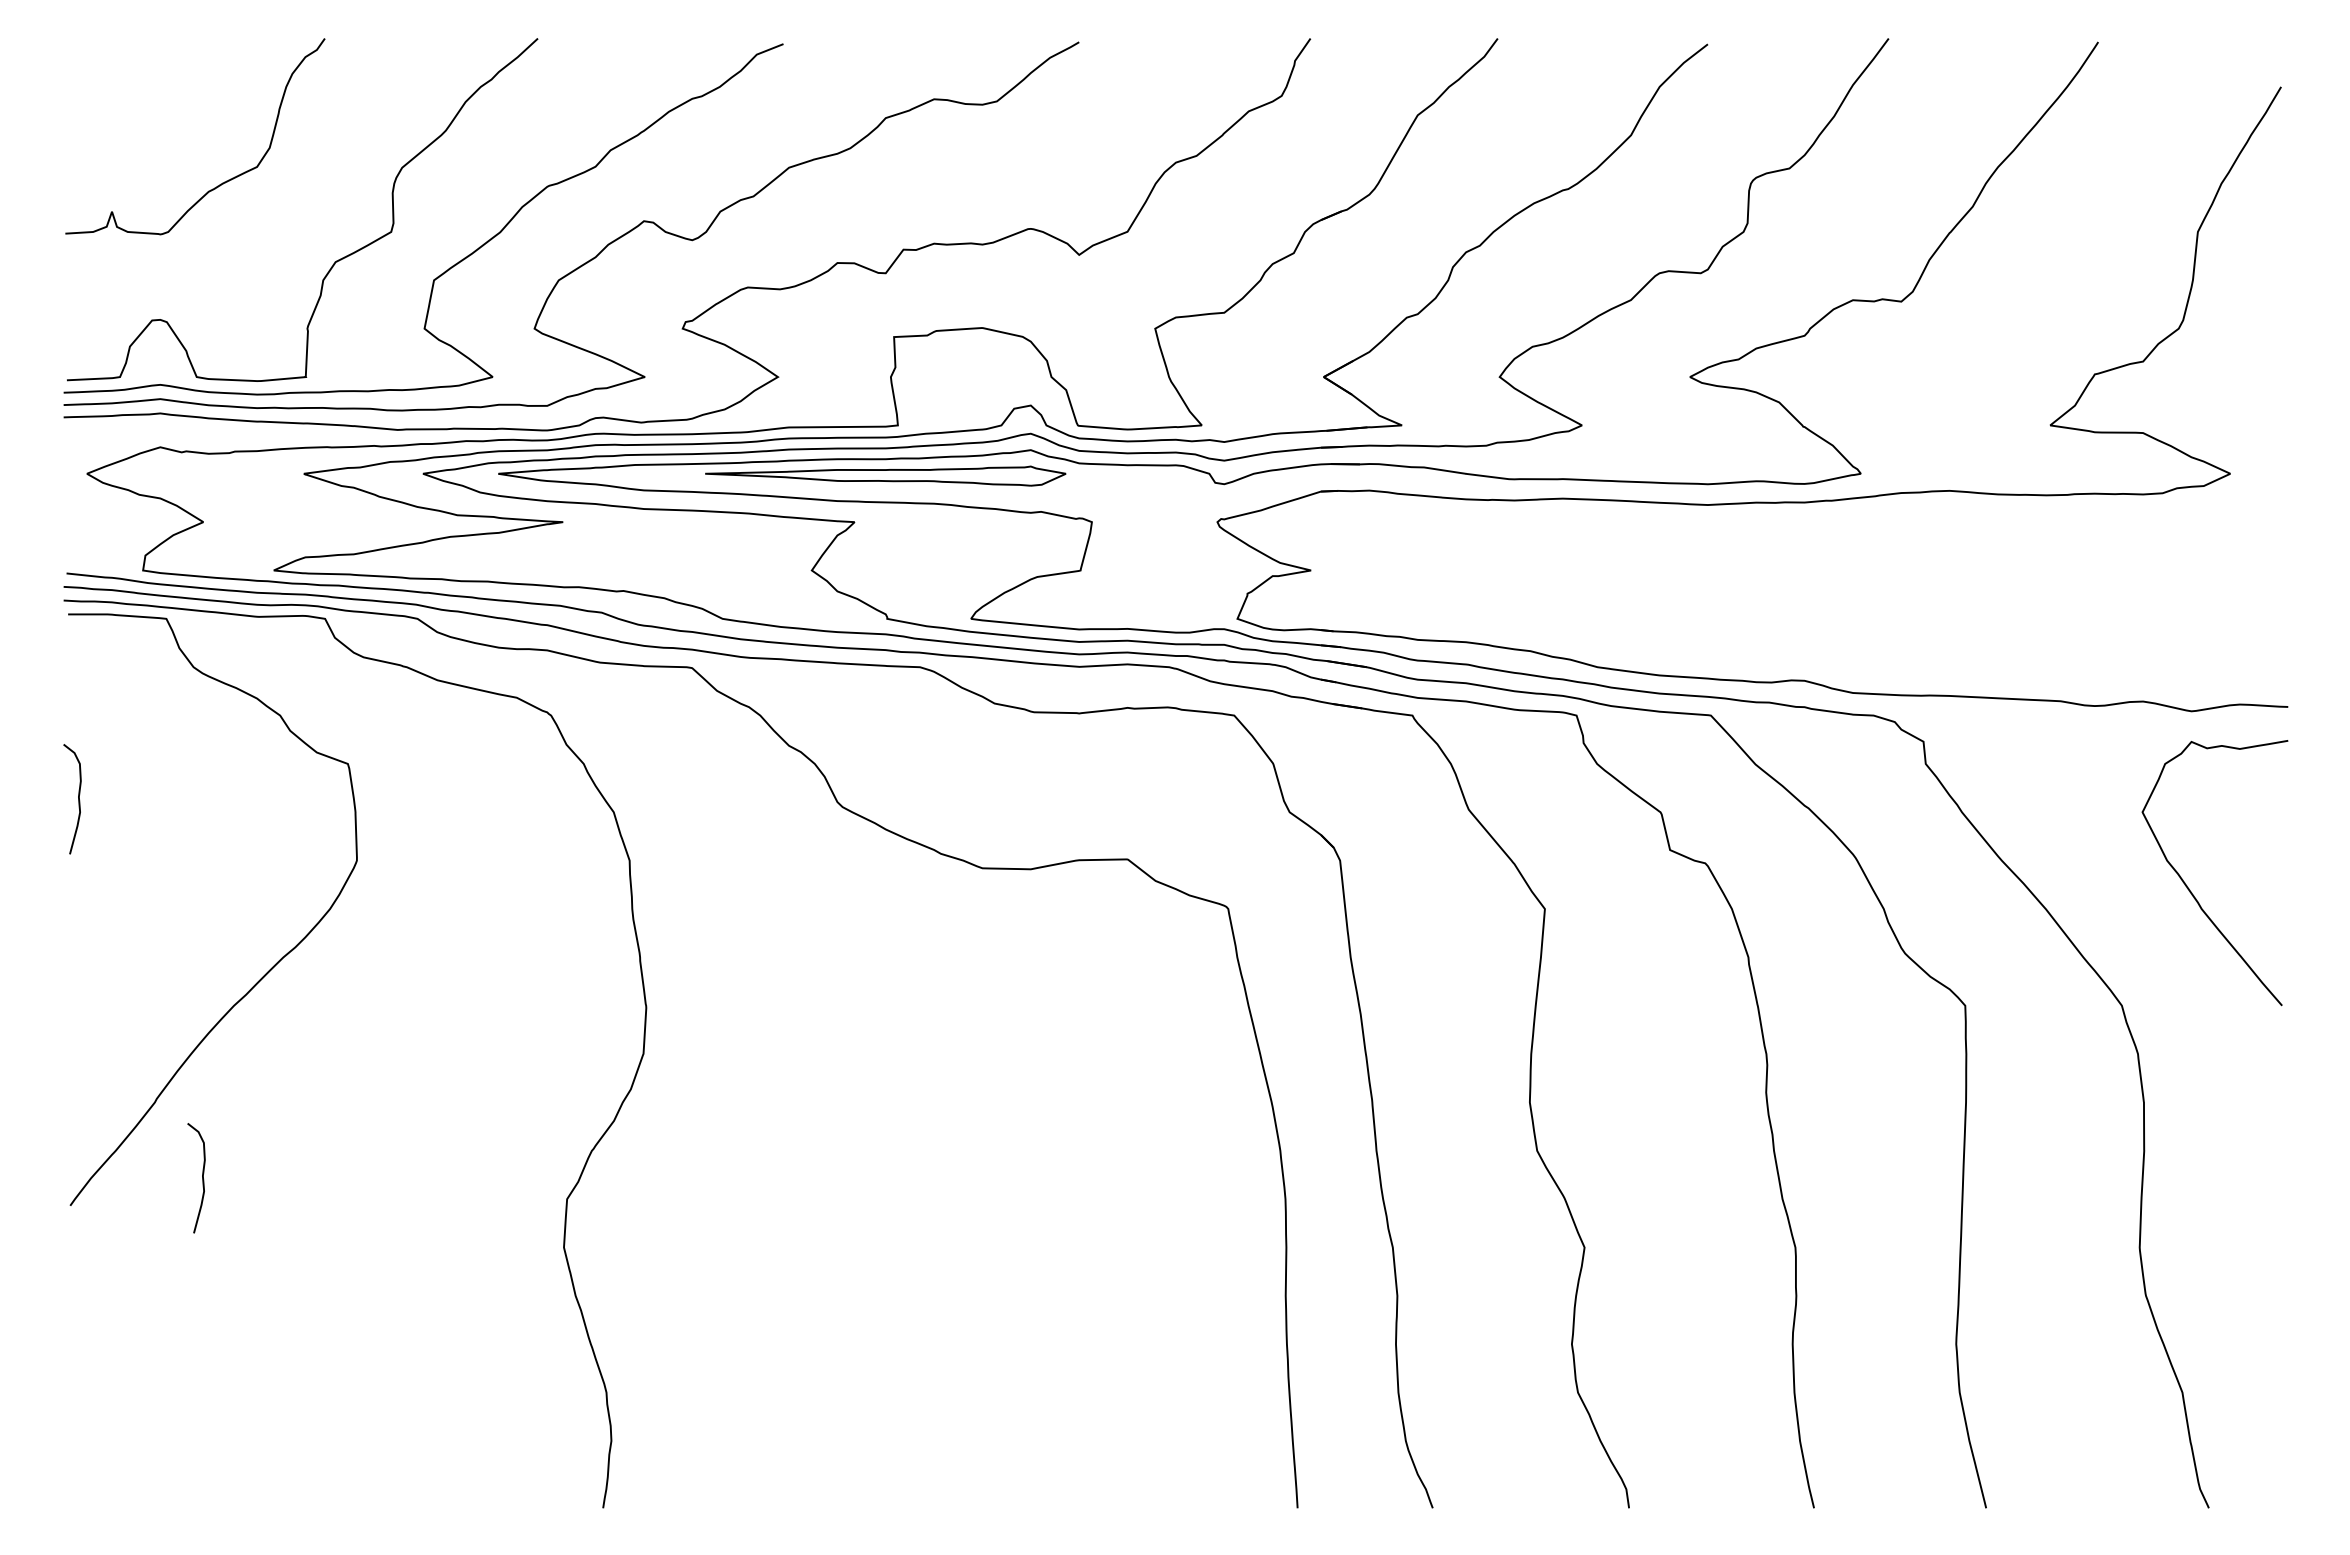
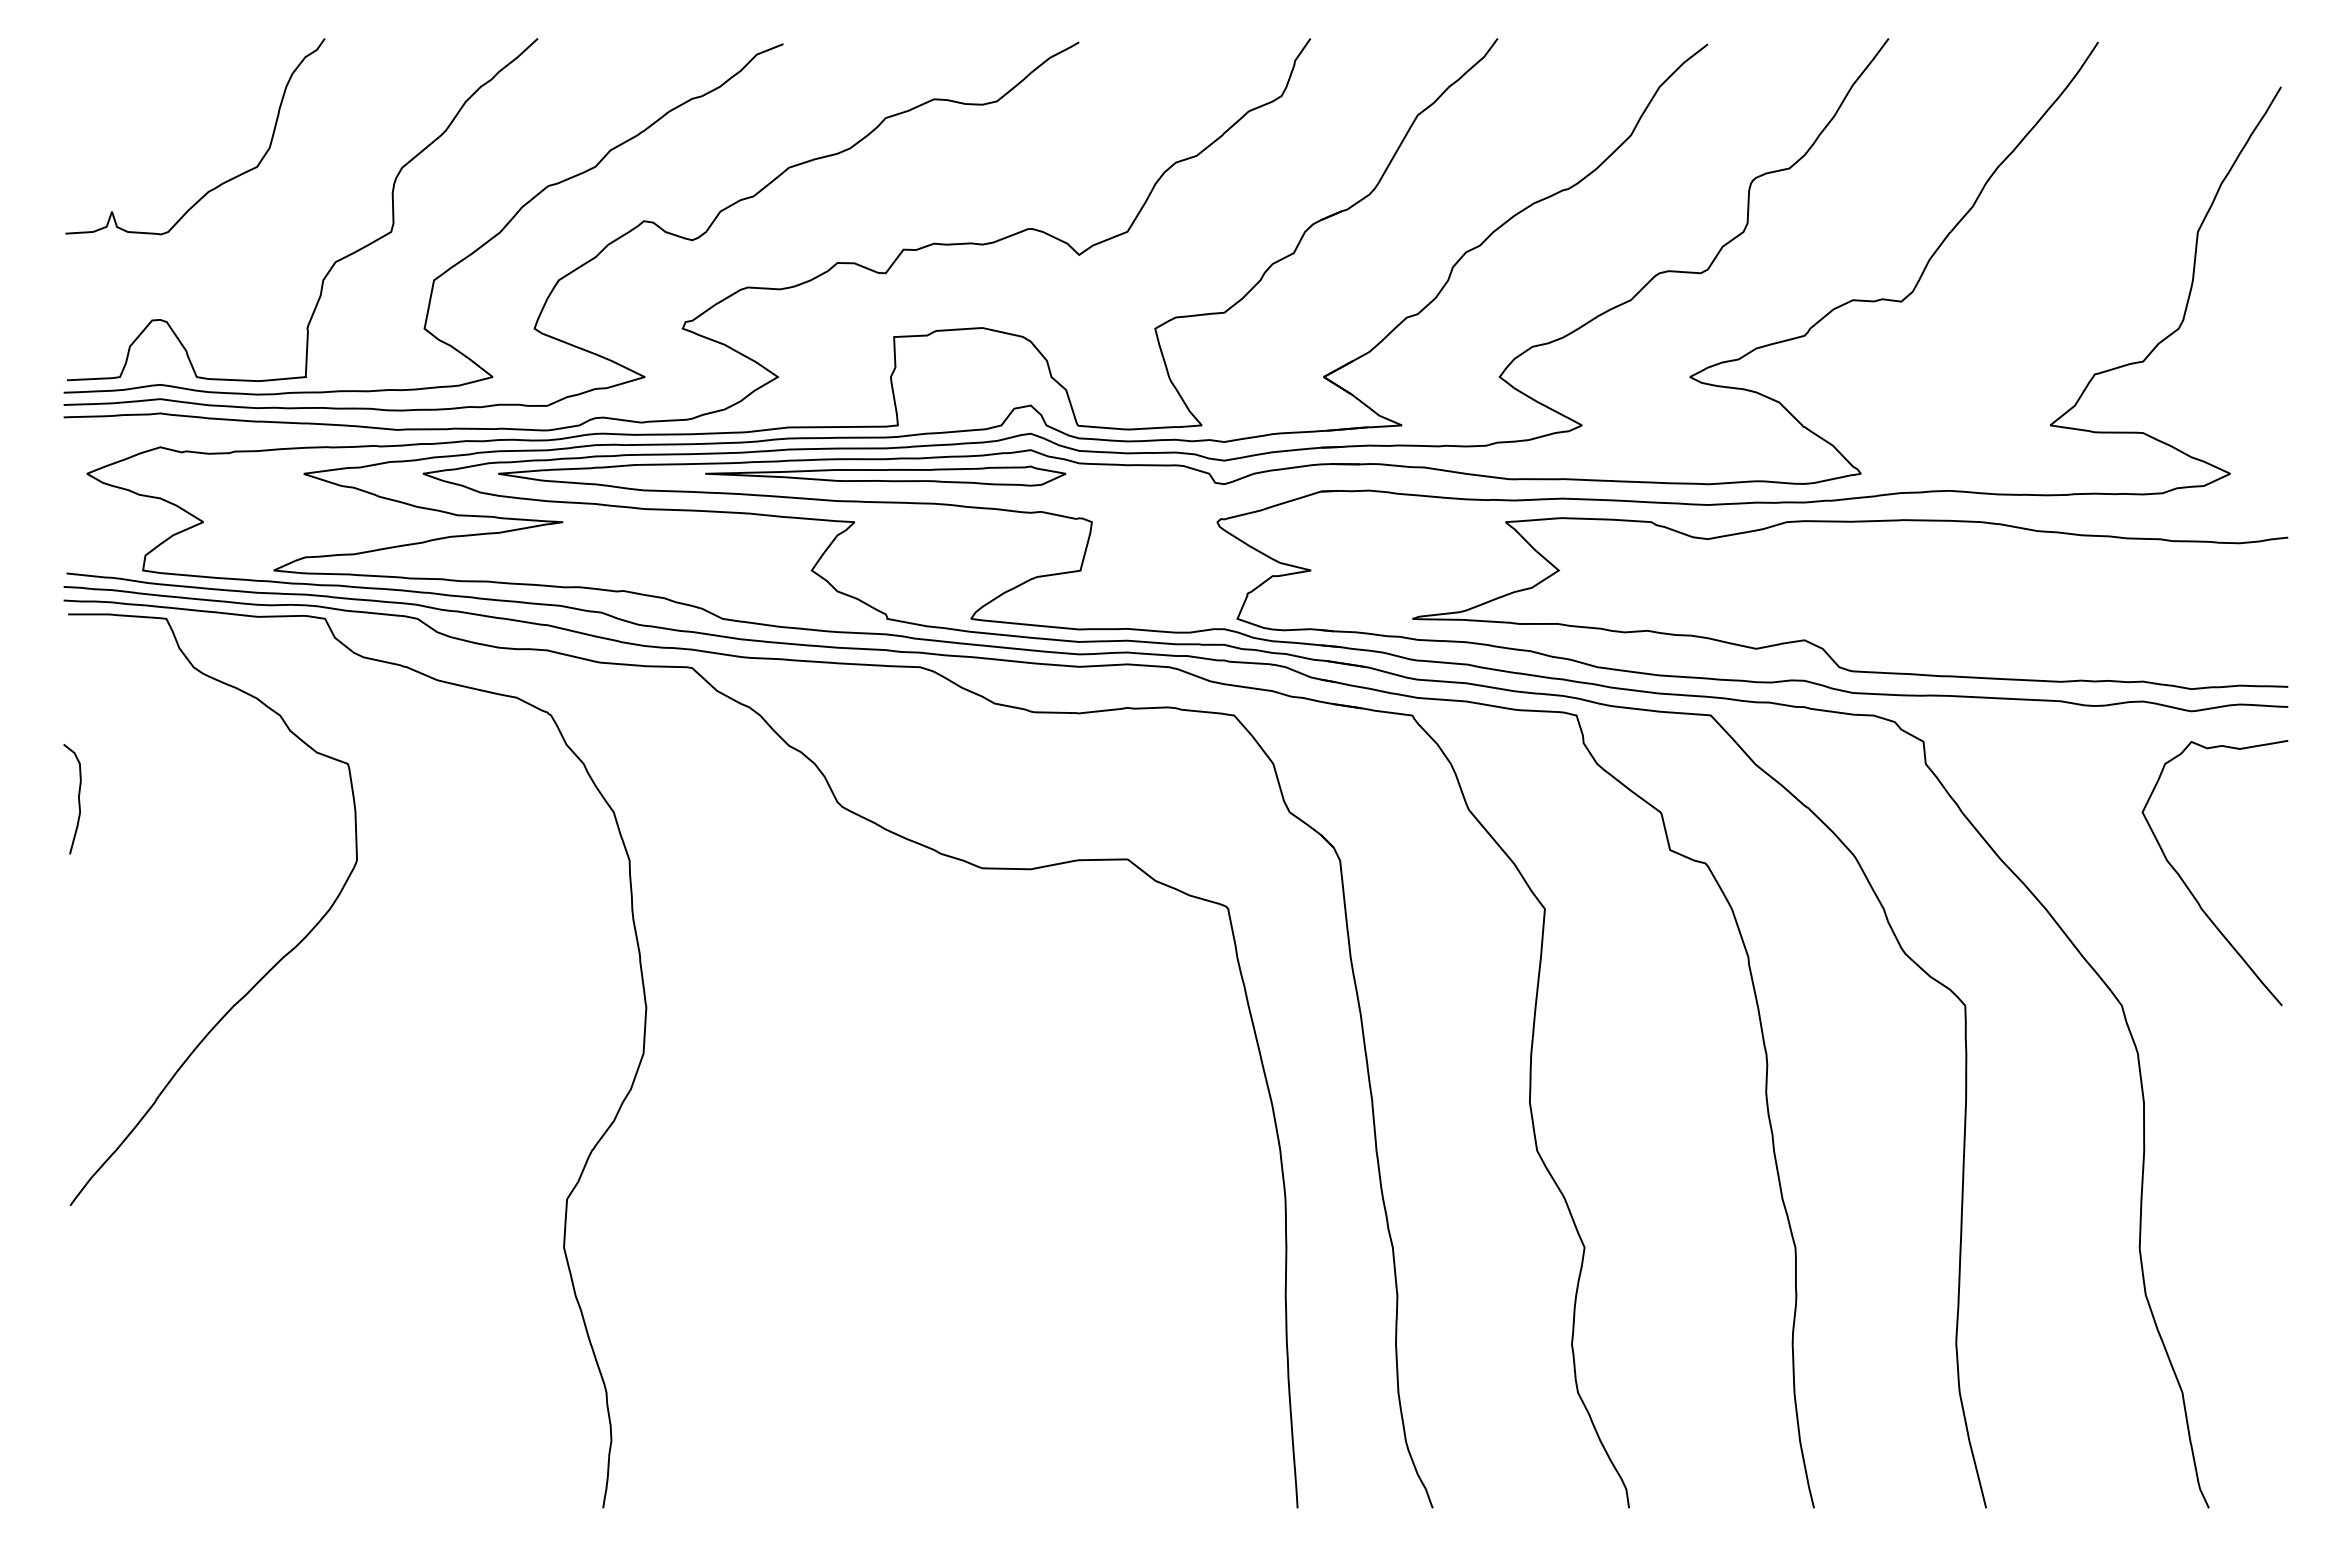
curve at (1822, 647): none -> present
curve at (202, 1178): present -> none
